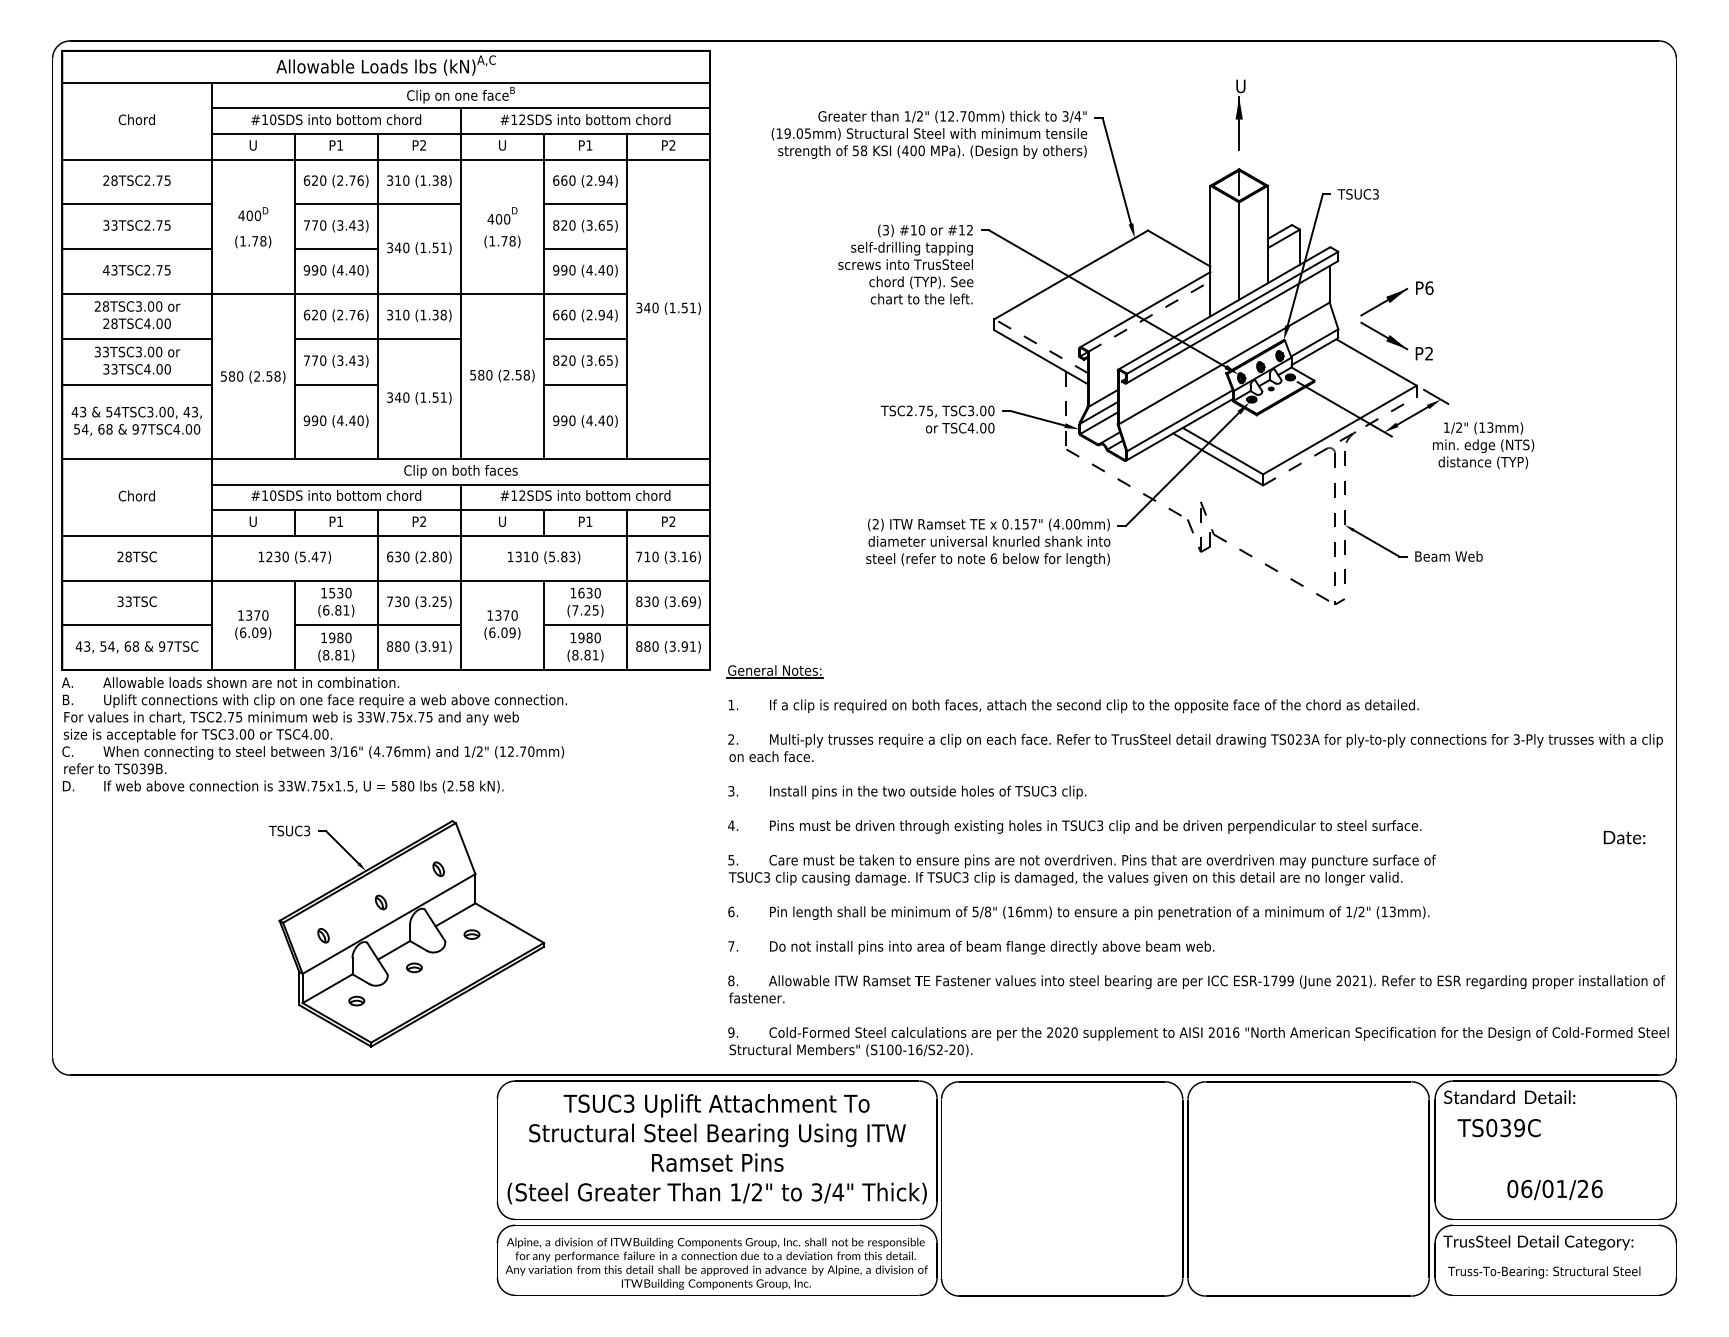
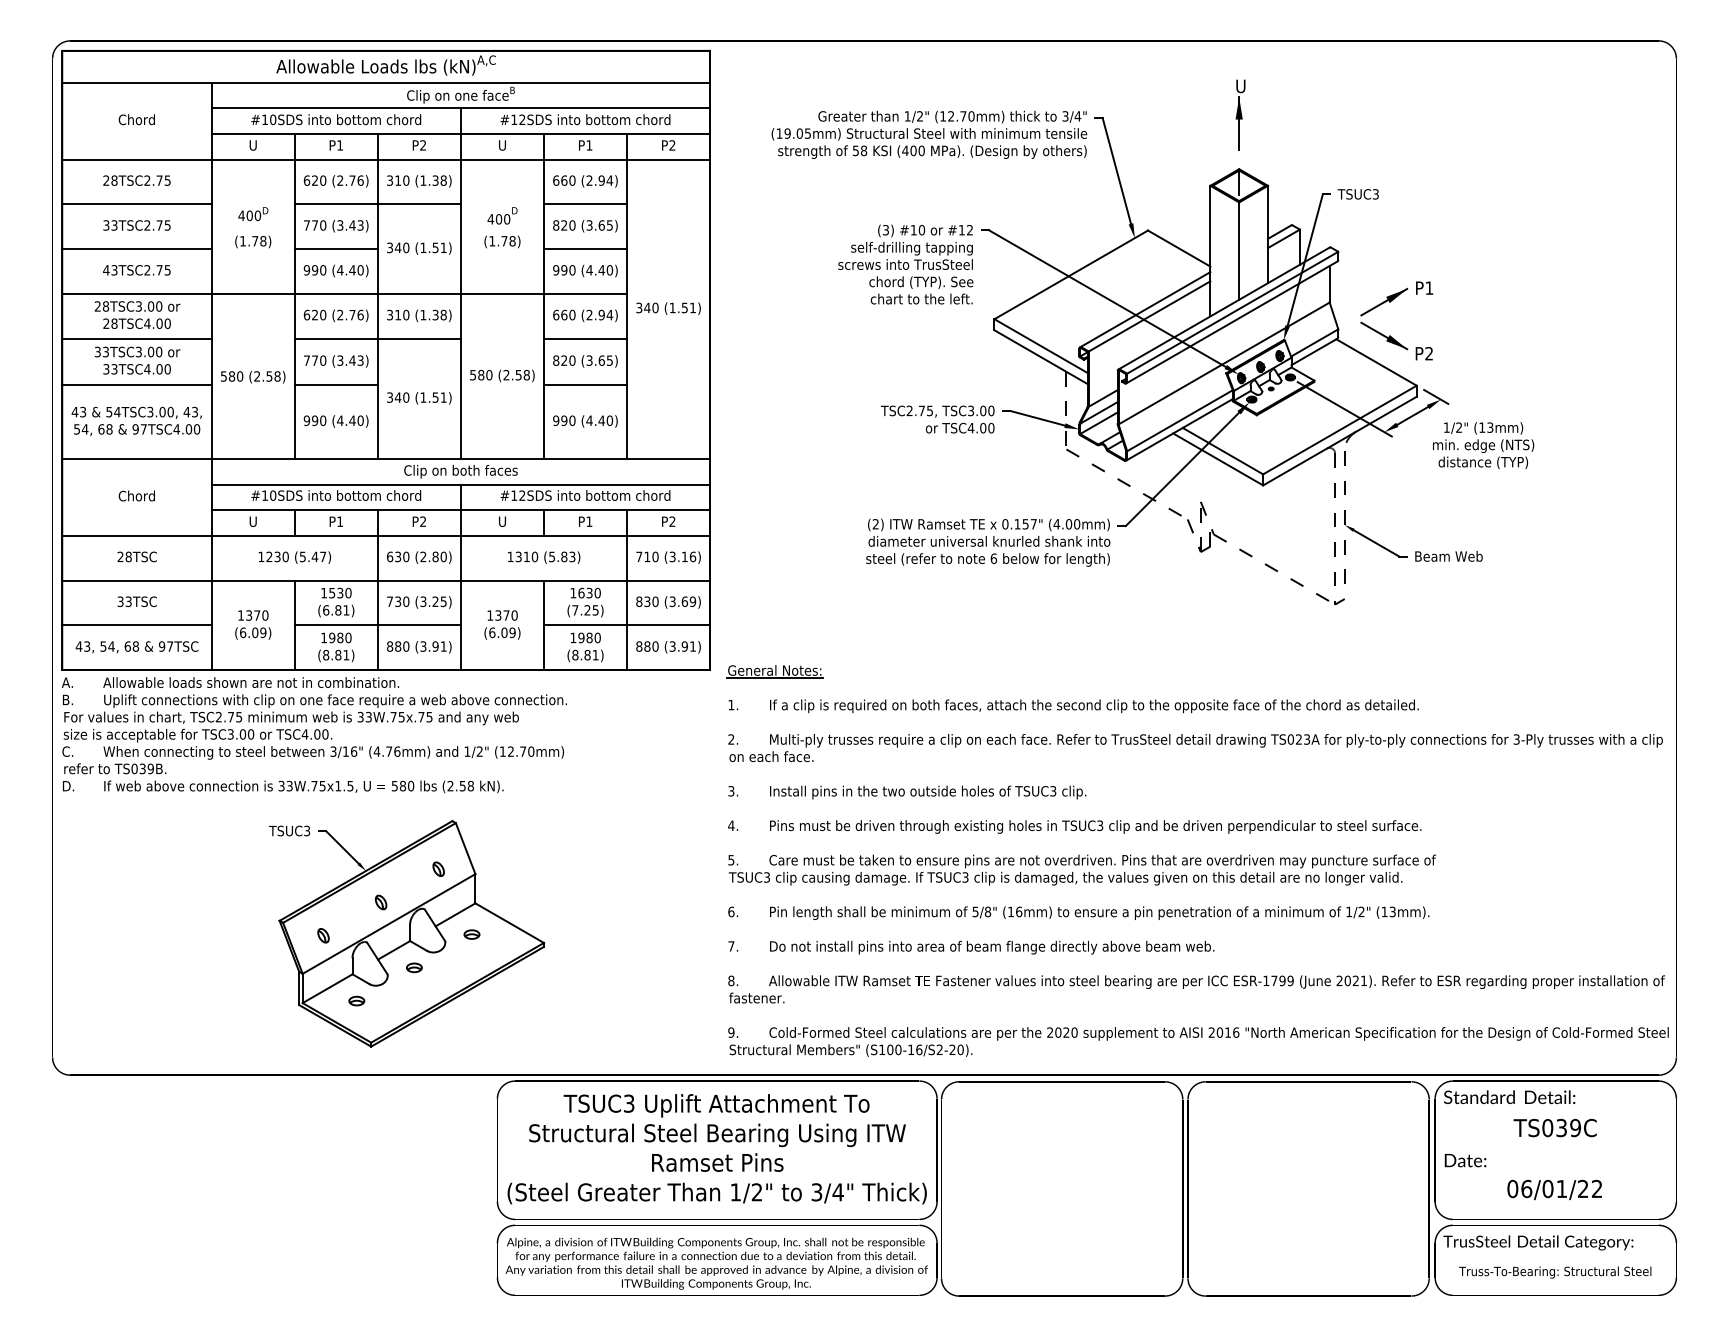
text at (1429, 287): P6 -> P1
line at (1149, 316): dashed -> solid
line at (1041, 346): dashed -> solid
line at (1339, 441): dashed -> solid
text at (1624, 837) position: (1624, 837) -> (1465, 1160)
text at (1498, 1128) position: (1498, 1128) -> (1554, 1128)
text at (1596, 1188): 06/01/26 -> 06/01/22
text at (1544, 1272) position: (1544, 1272) -> (1555, 1272)
